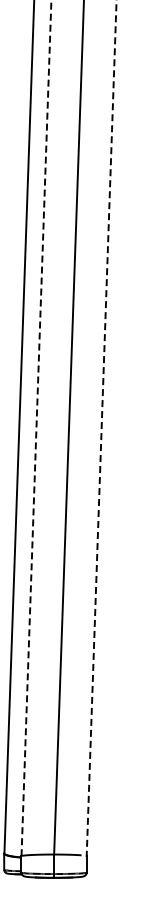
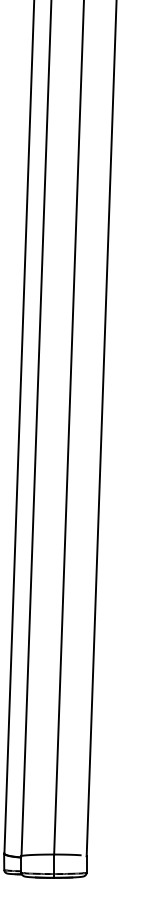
line at (36, 427): dashed -> solid
line at (101, 428): dashed -> solid
